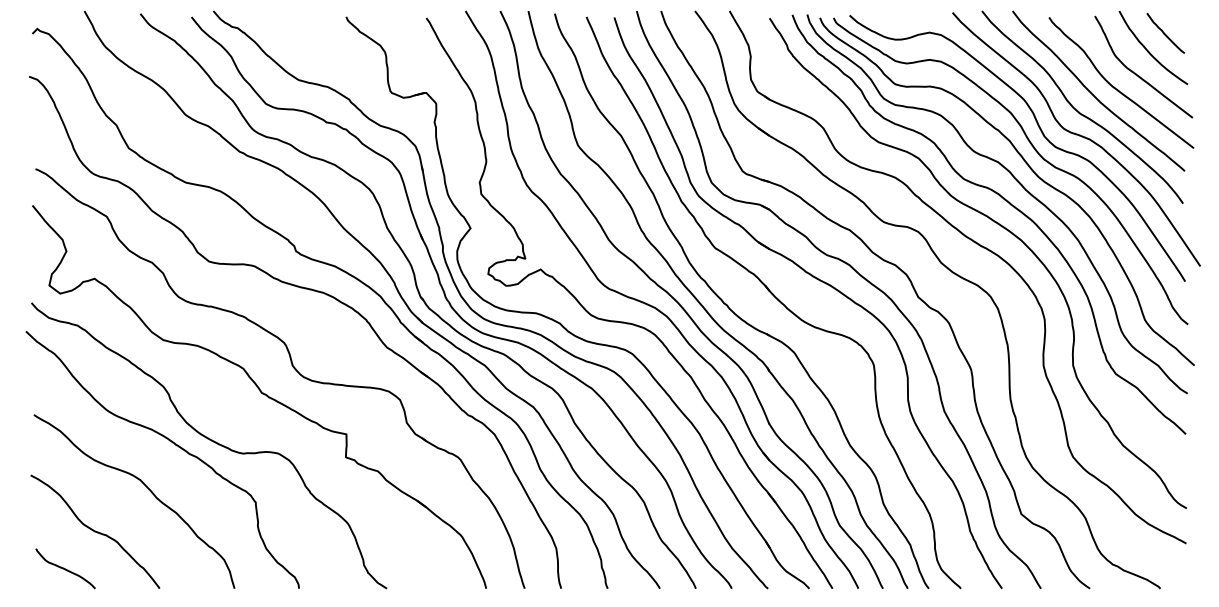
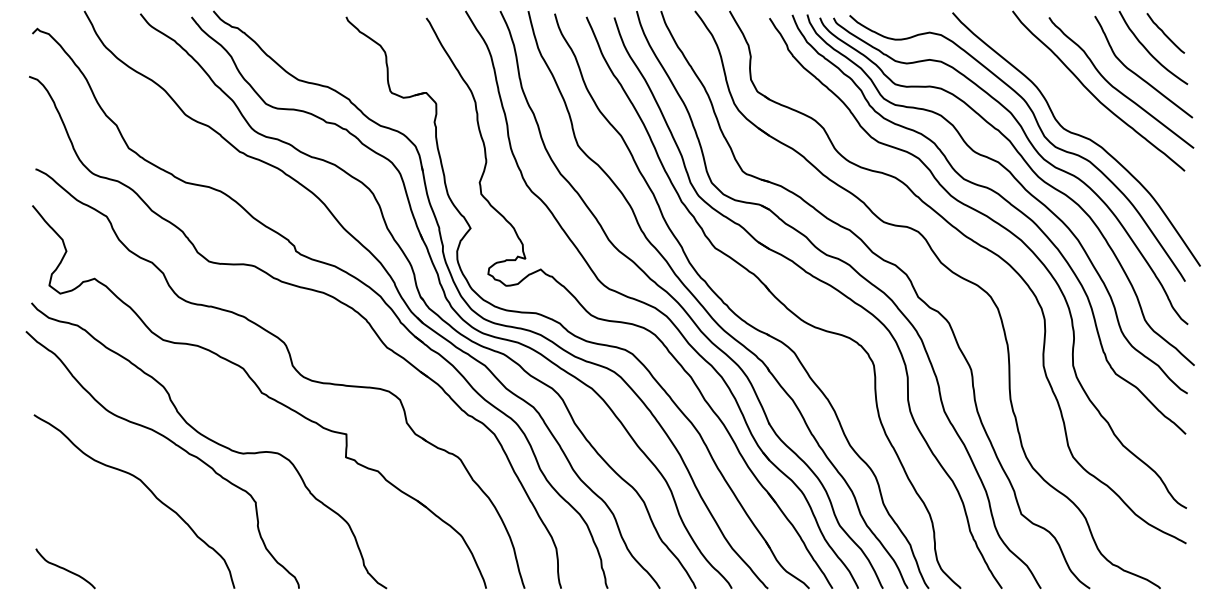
curve at (1078, 110): present -> none
curve at (95, 531): present -> none
